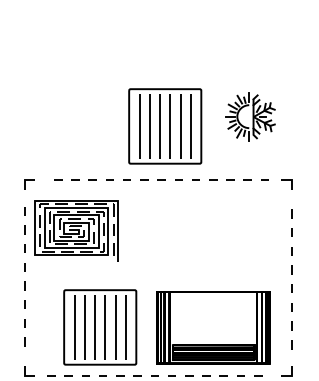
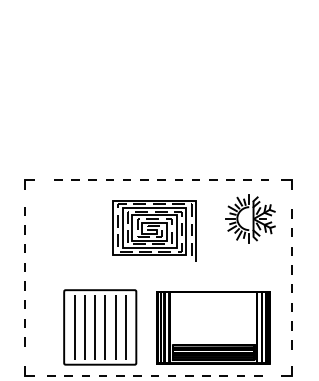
part at (250, 116) position: (250, 116) -> (250, 218)
part at (165, 126): present -> none
part at (76, 230) position: (76, 230) -> (154, 230)
